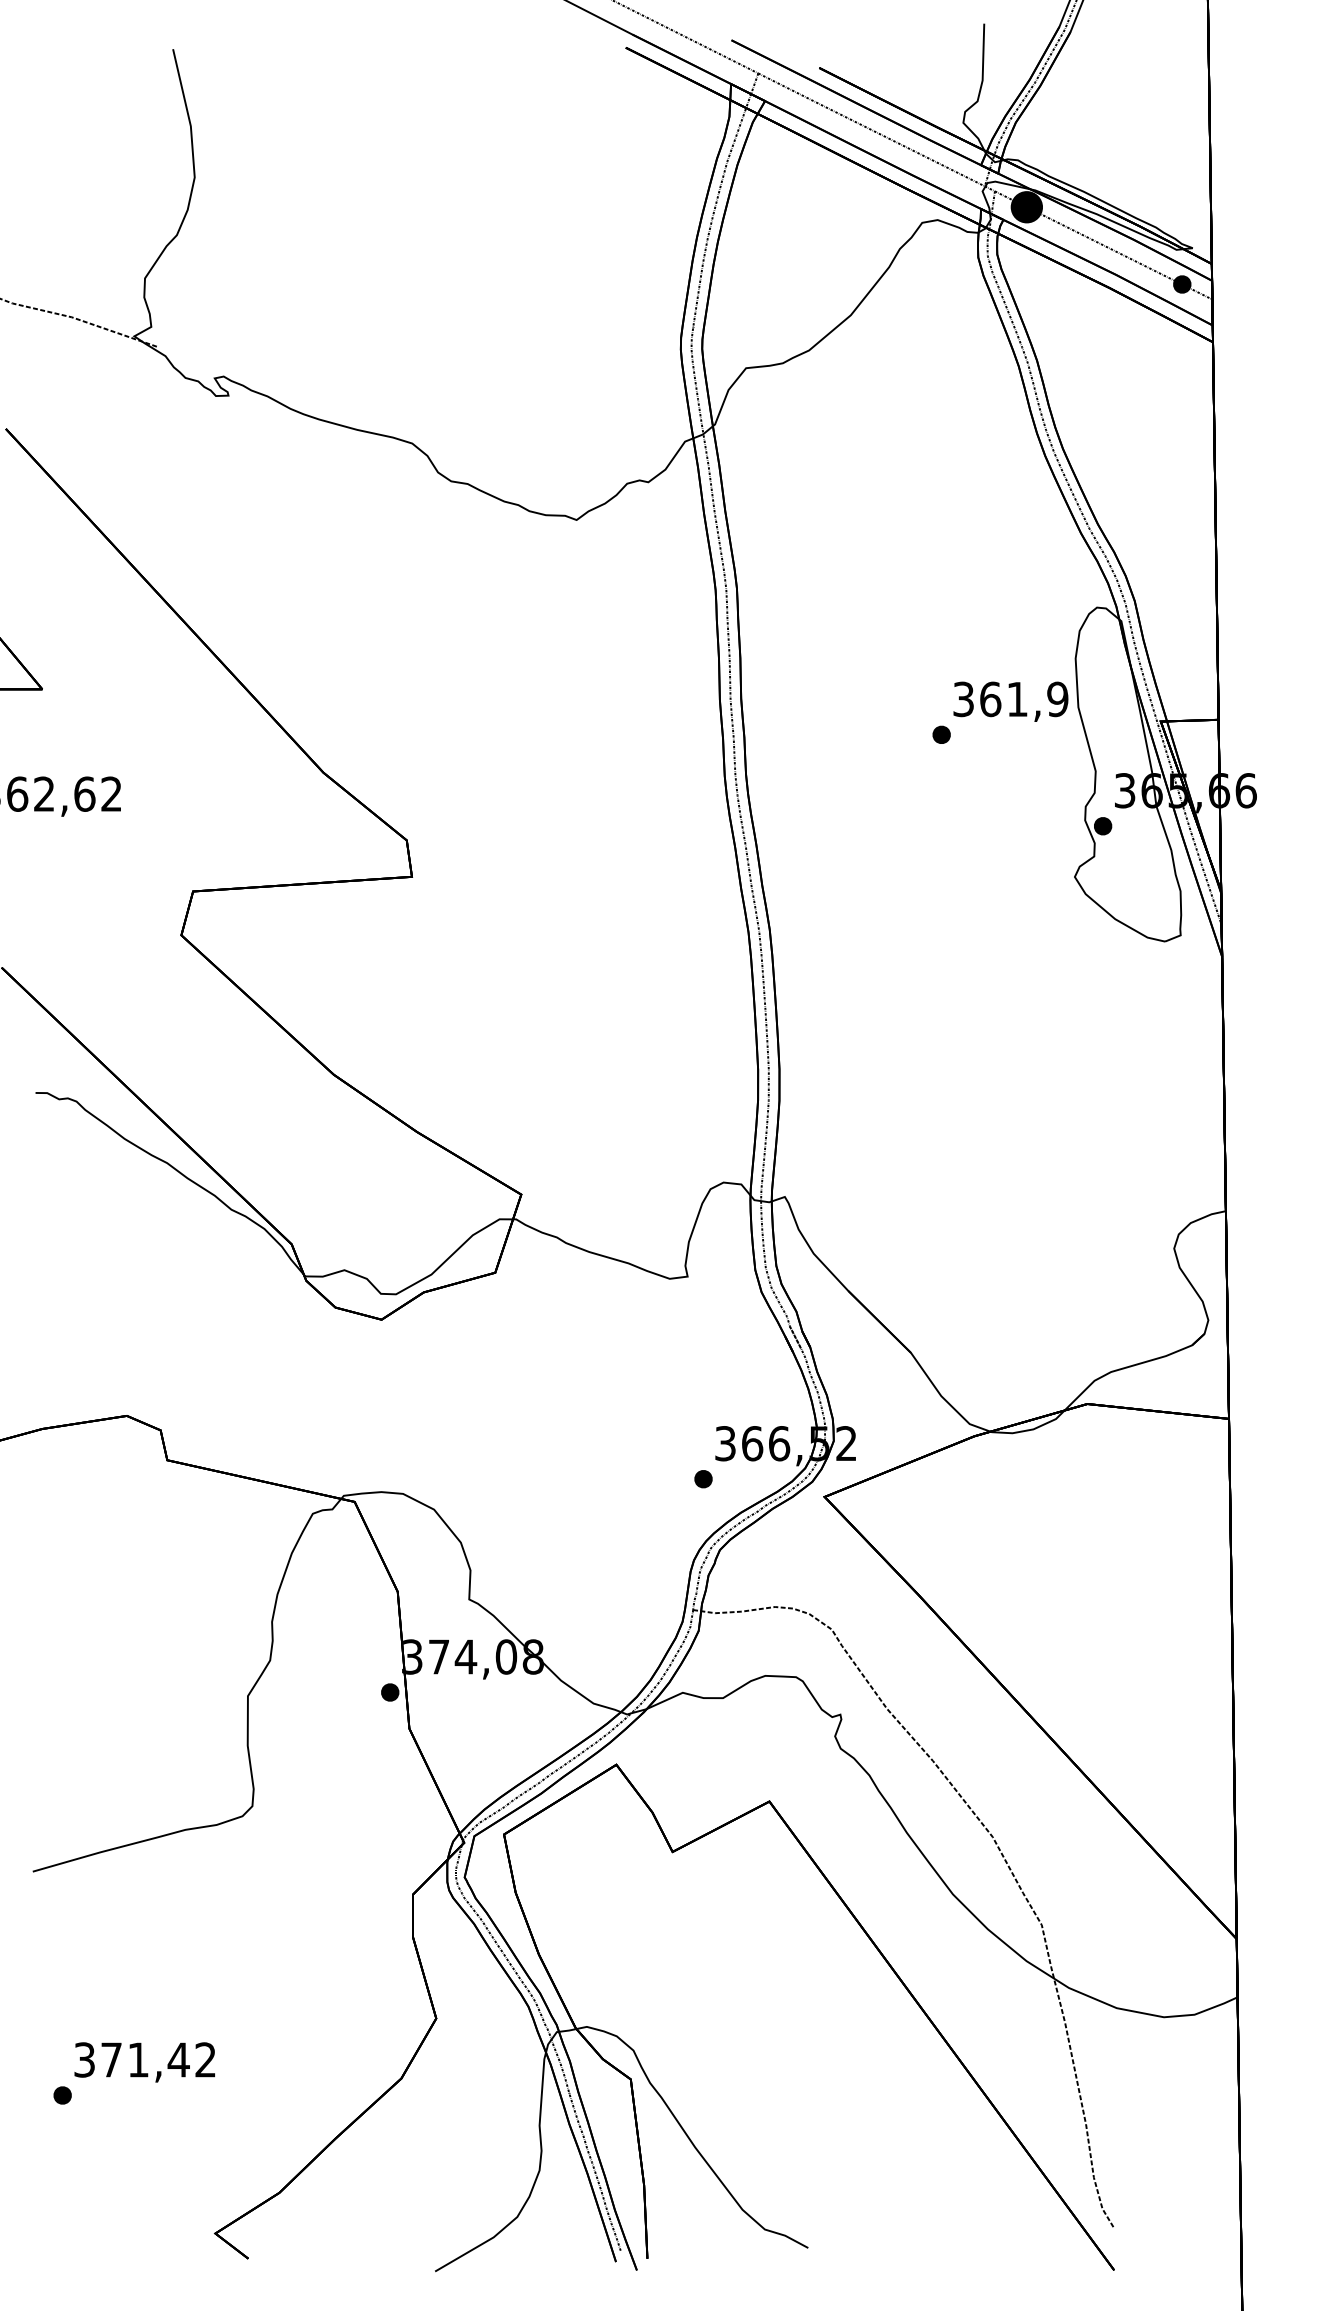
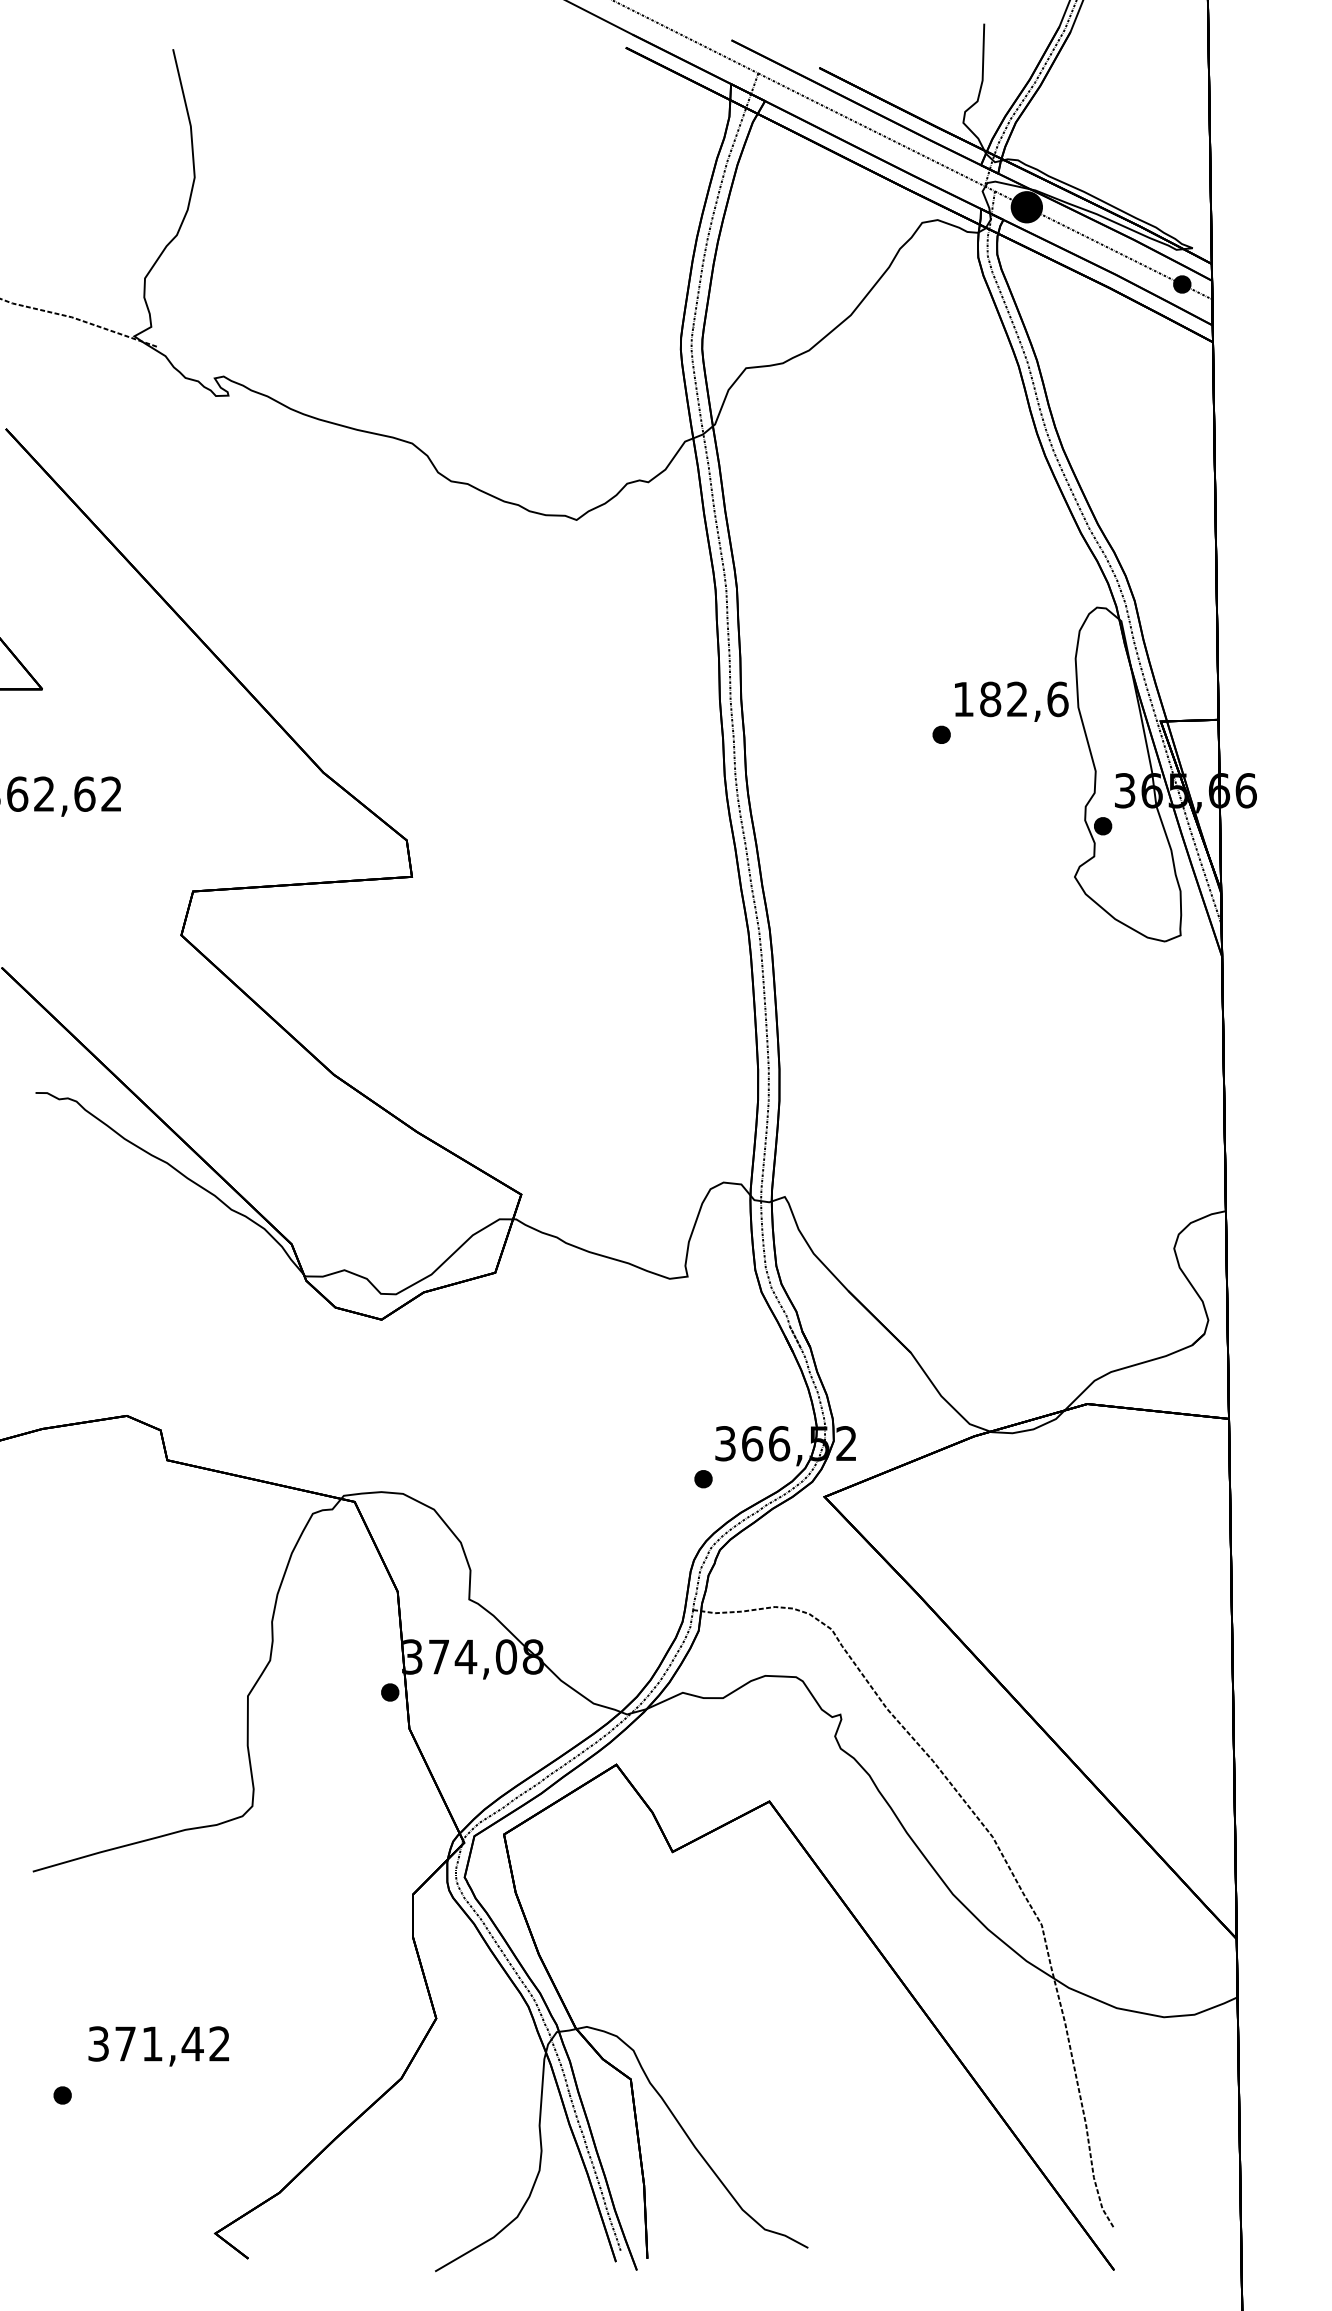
text at (1010, 699): 361,9 -> 182,6
text at (144, 2062) position: (144, 2062) -> (158, 2046)
